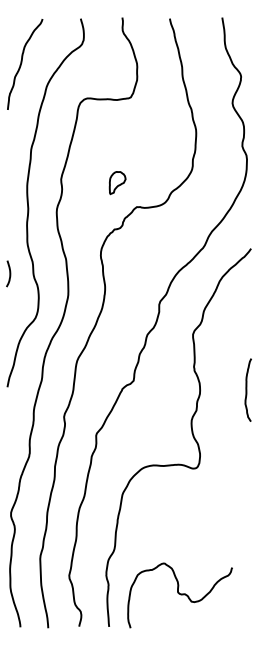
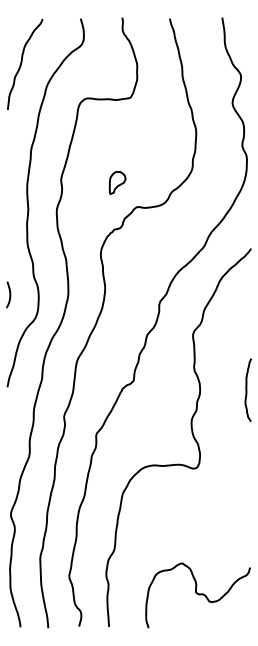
curve at (9, 273) position: (9, 273) -> (9, 294)
curve at (179, 594) position: (179, 594) -> (197, 594)
